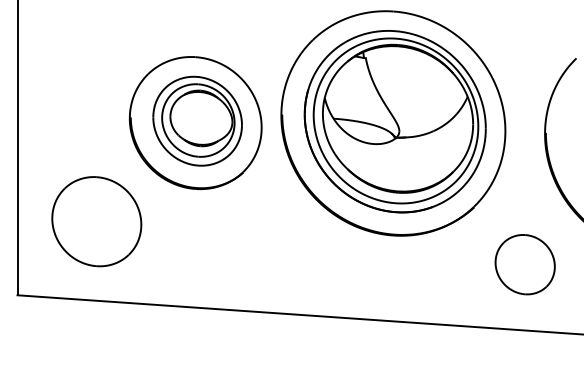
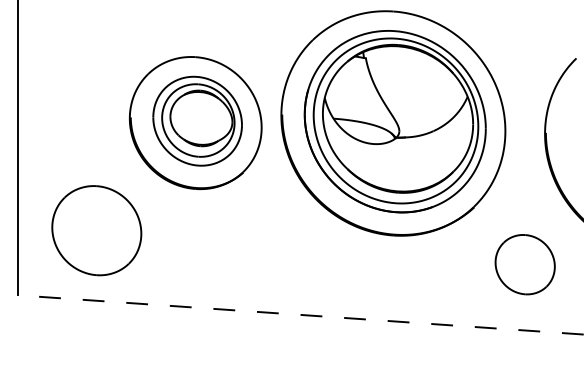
part at (96, 221) position: (96, 221) -> (96, 230)
line at (300, 314): solid -> dashed
